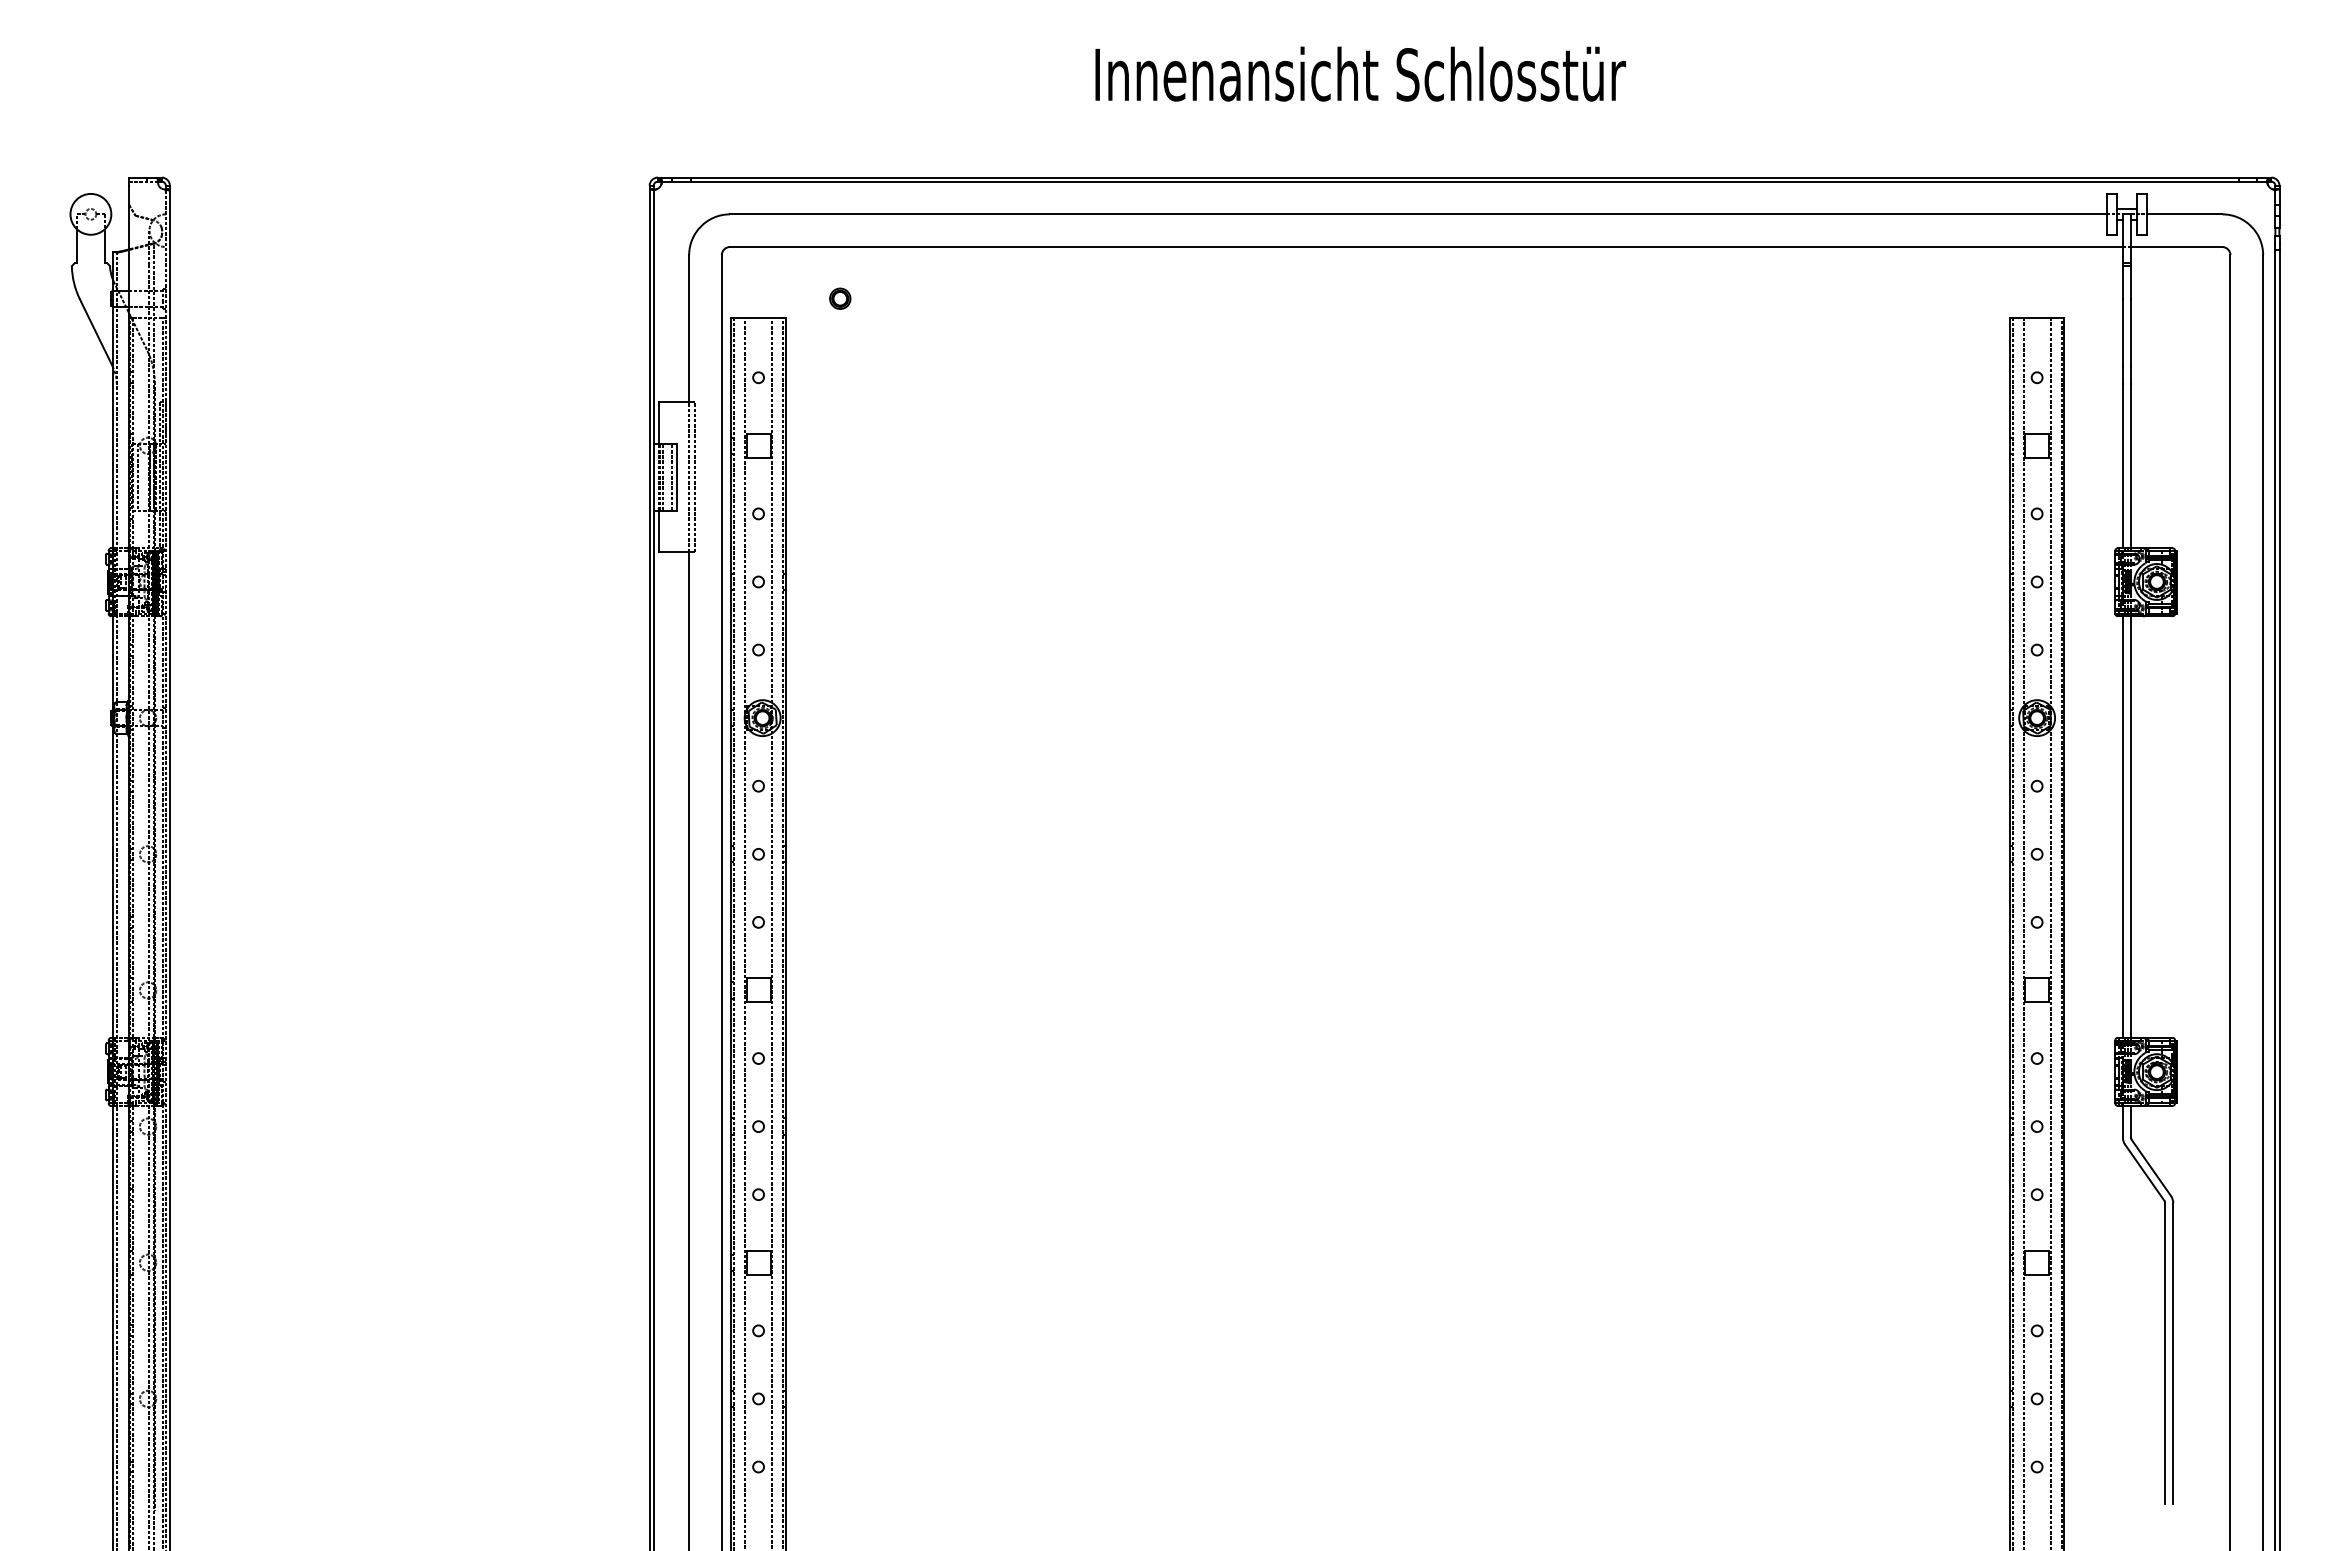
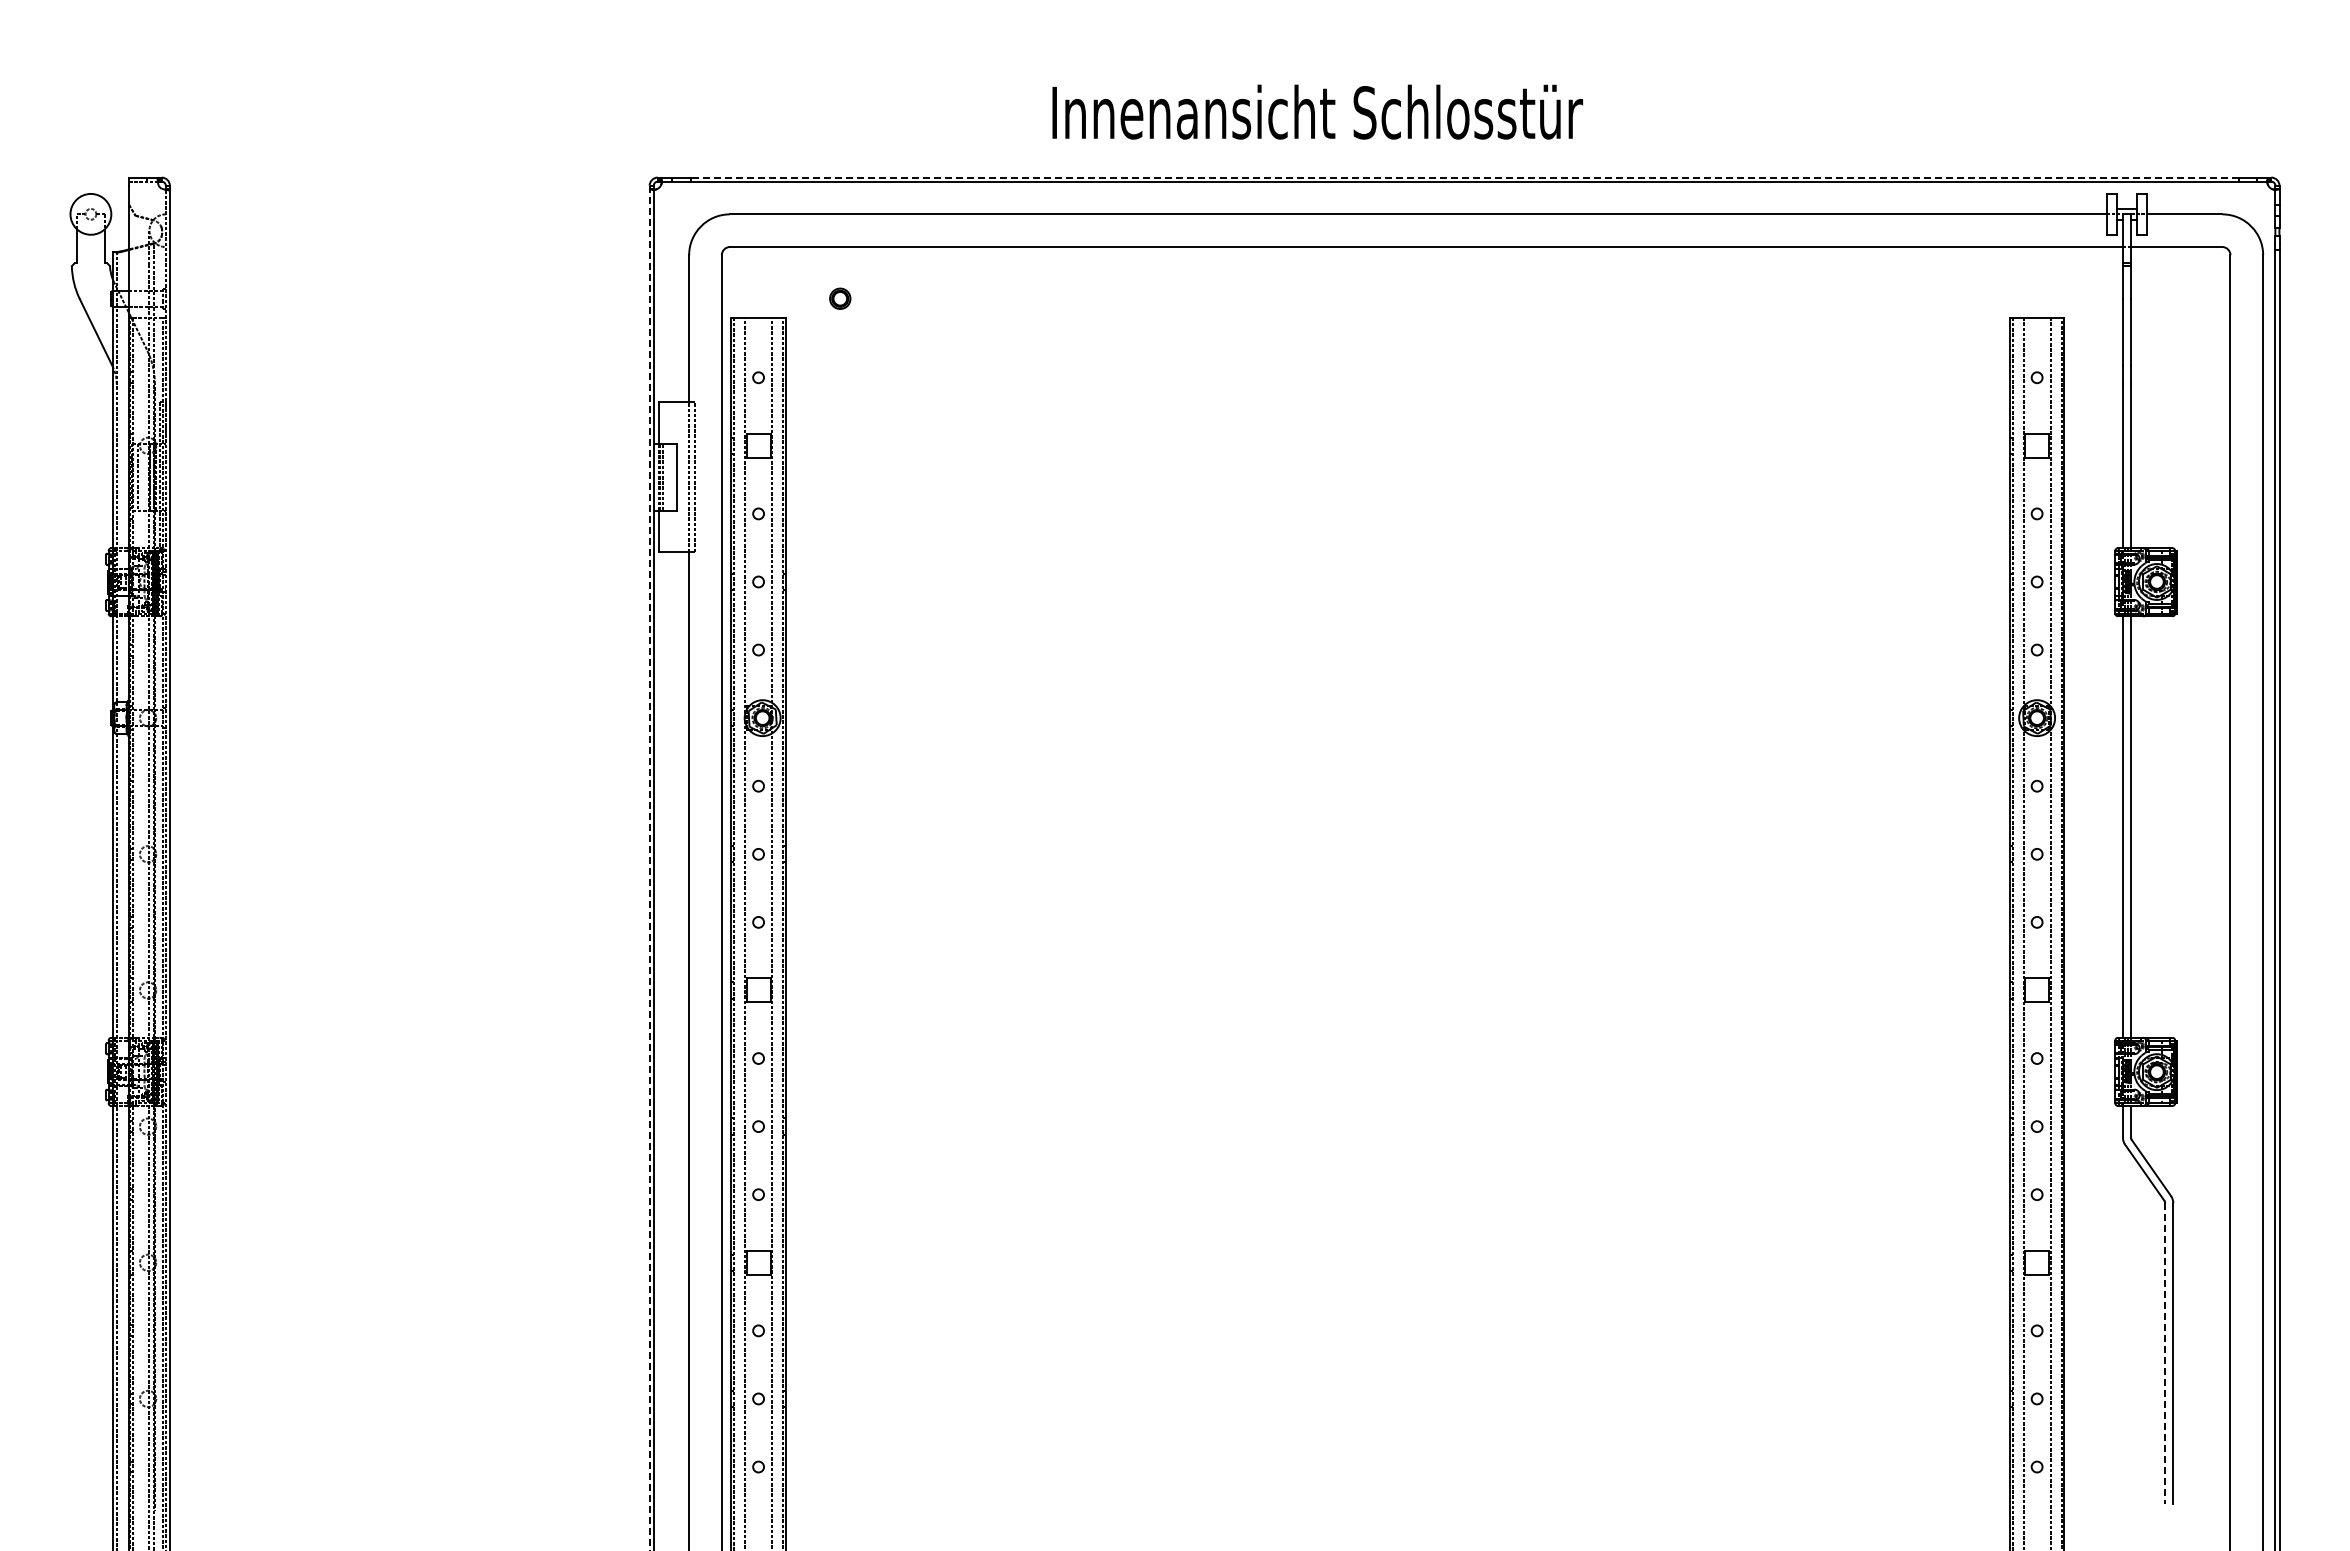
text at (1360, 73) position: (1360, 73) -> (1317, 111)
line at (1464, 177): solid -> dashed
line at (671, 476): present -> none
line at (649, 868): solid -> dashed
line at (2165, 1353): solid -> dashed
